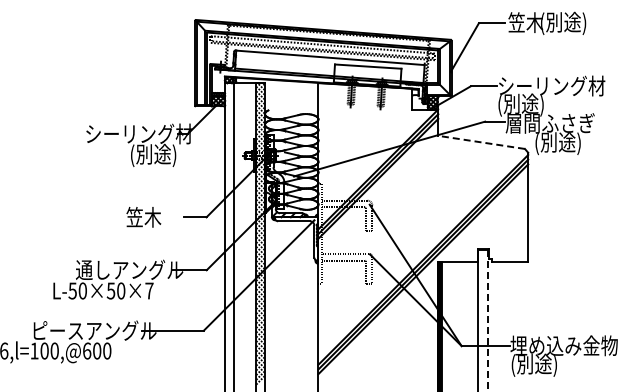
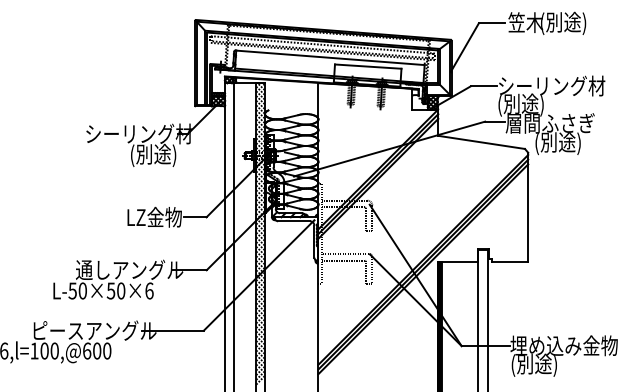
line at (481, 142): dashed -> solid
text at (153, 216): 笠木 -> LZ金物
text at (149, 290): L-50×50×7 -> L-50×50×6
line at (488, 320): dashed -> solid
